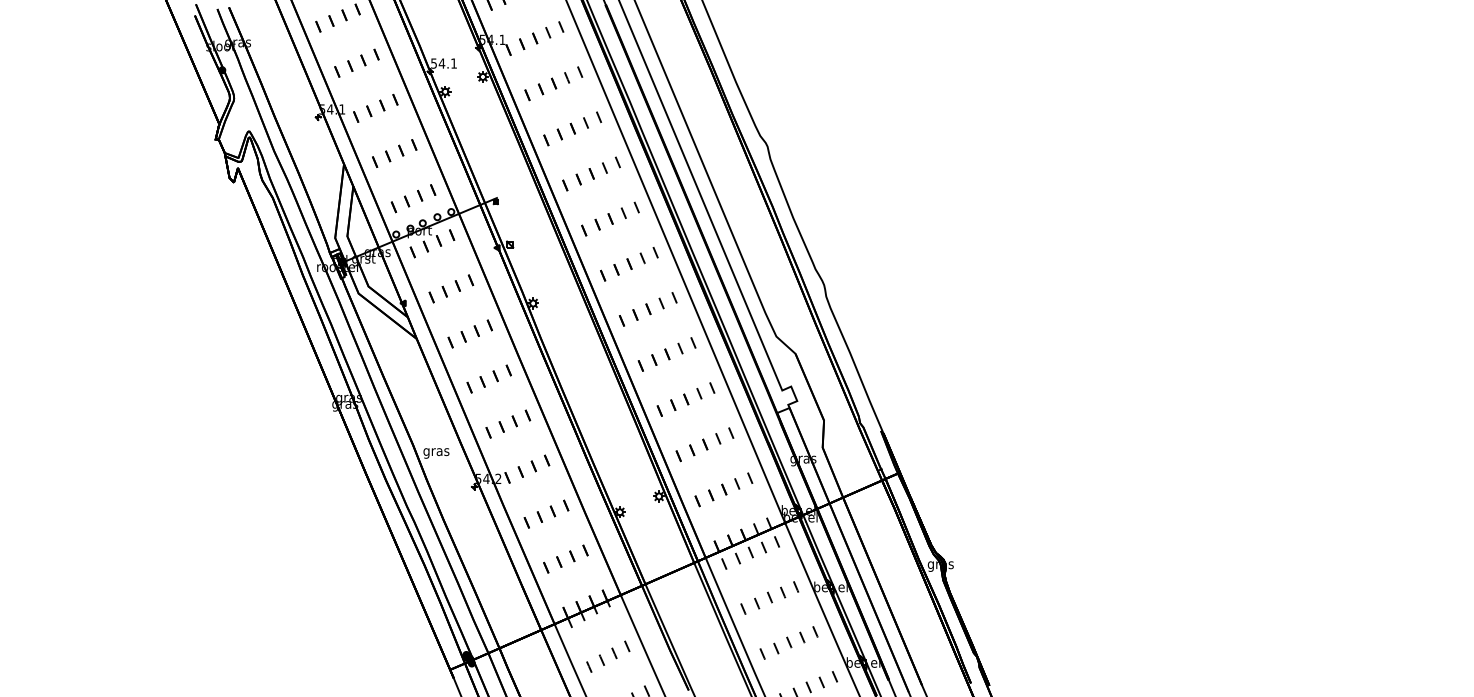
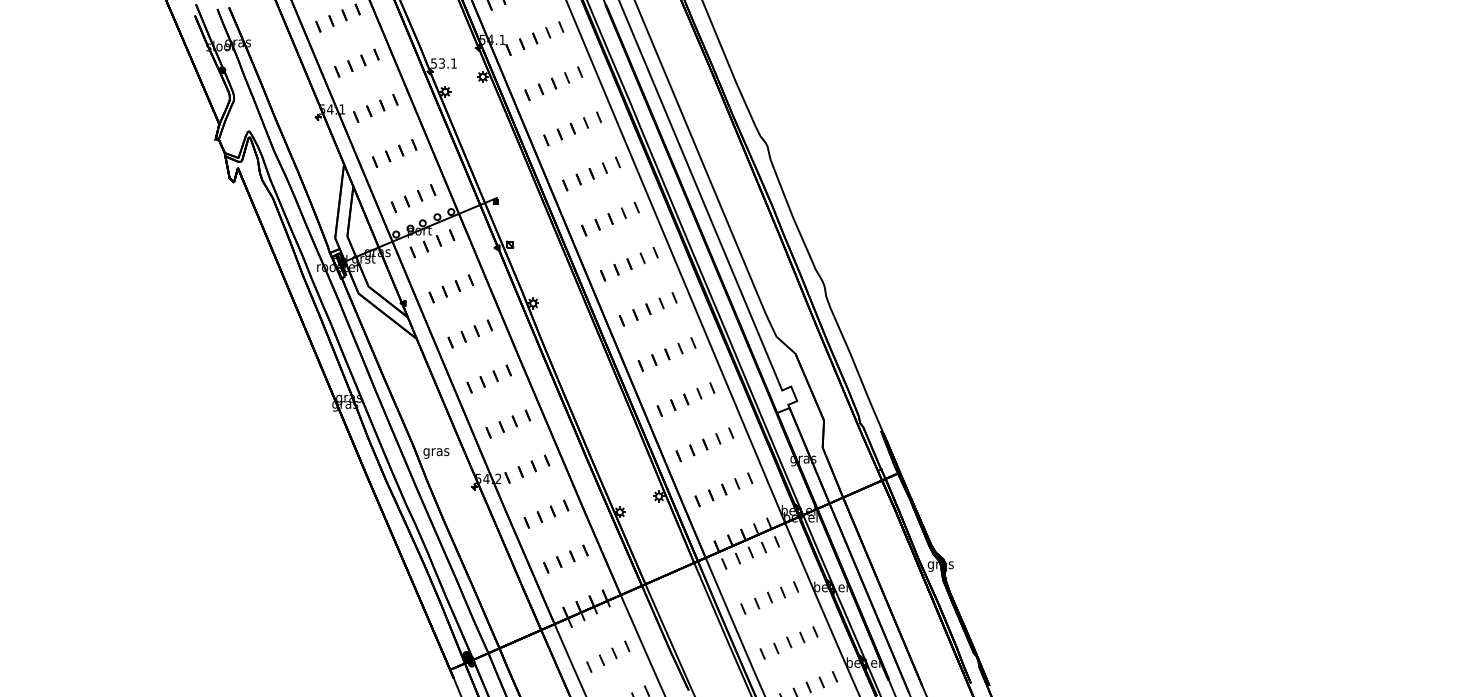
text at (441, 63): 54.1 -> 53.1
